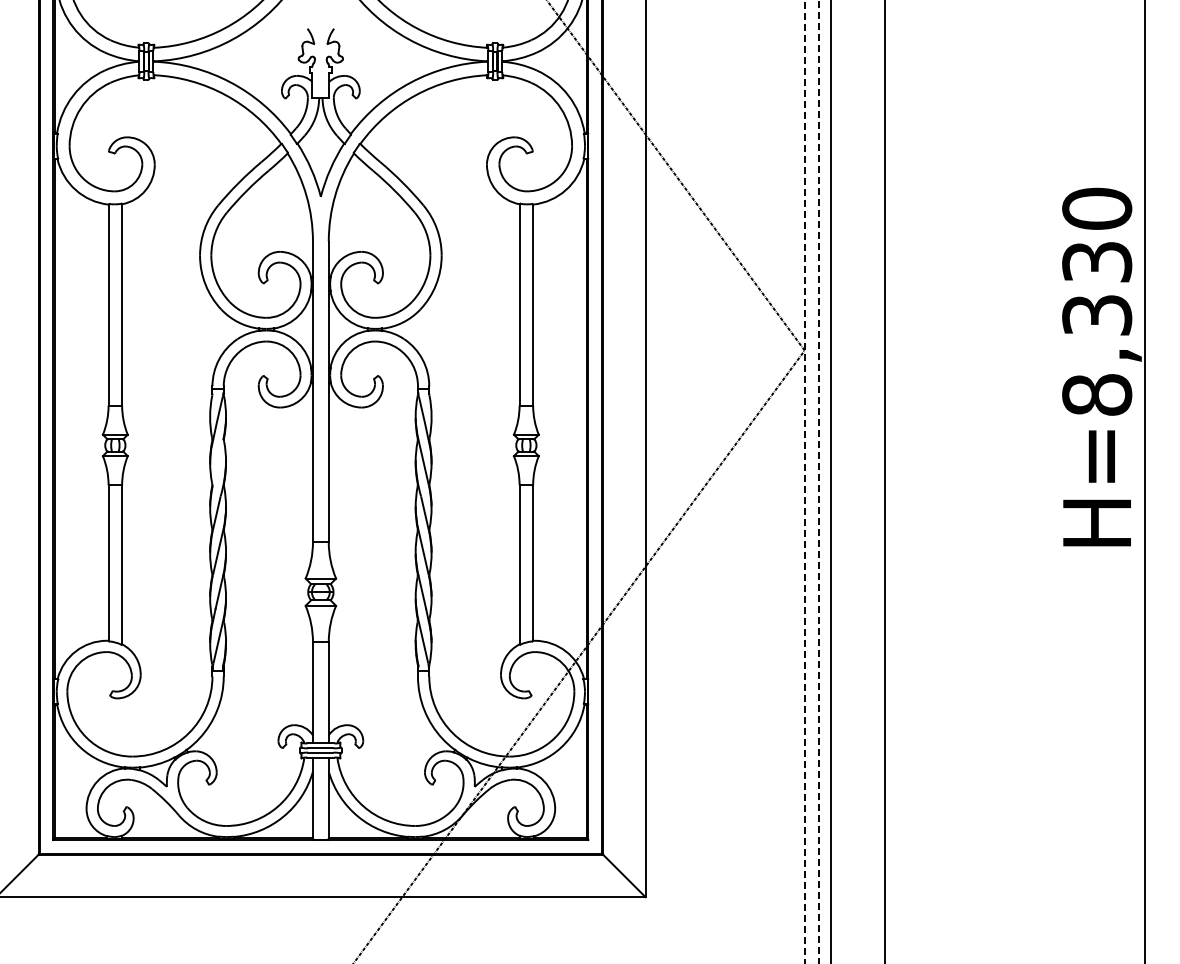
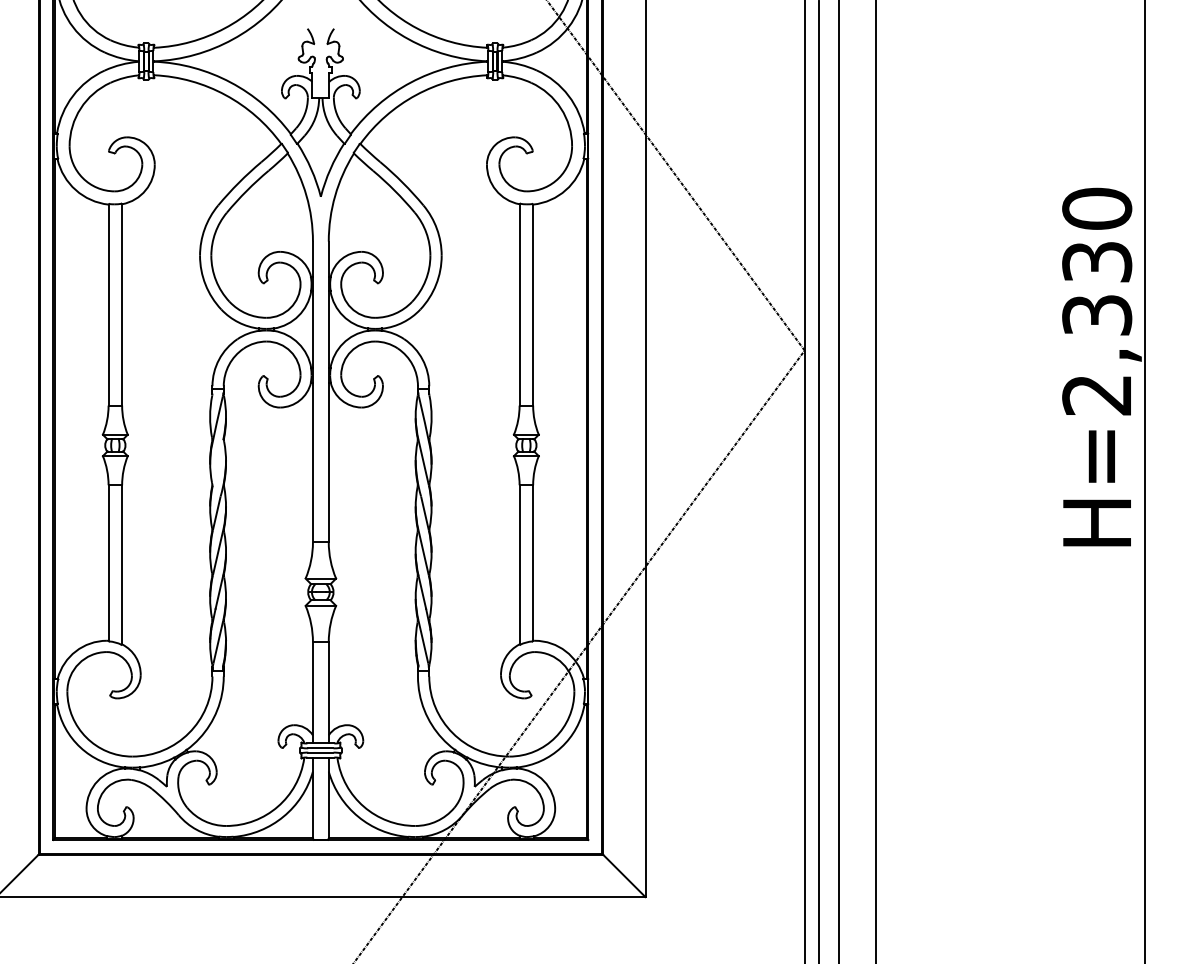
text at (1097, 394): H=8,330 -> H=2,330
line at (830, 481) position: (830, 481) -> (838, 481)
line at (884, 481) position: (884, 481) -> (875, 481)
line at (804, 482): dashed -> solid
line at (819, 482): dashed -> solid
